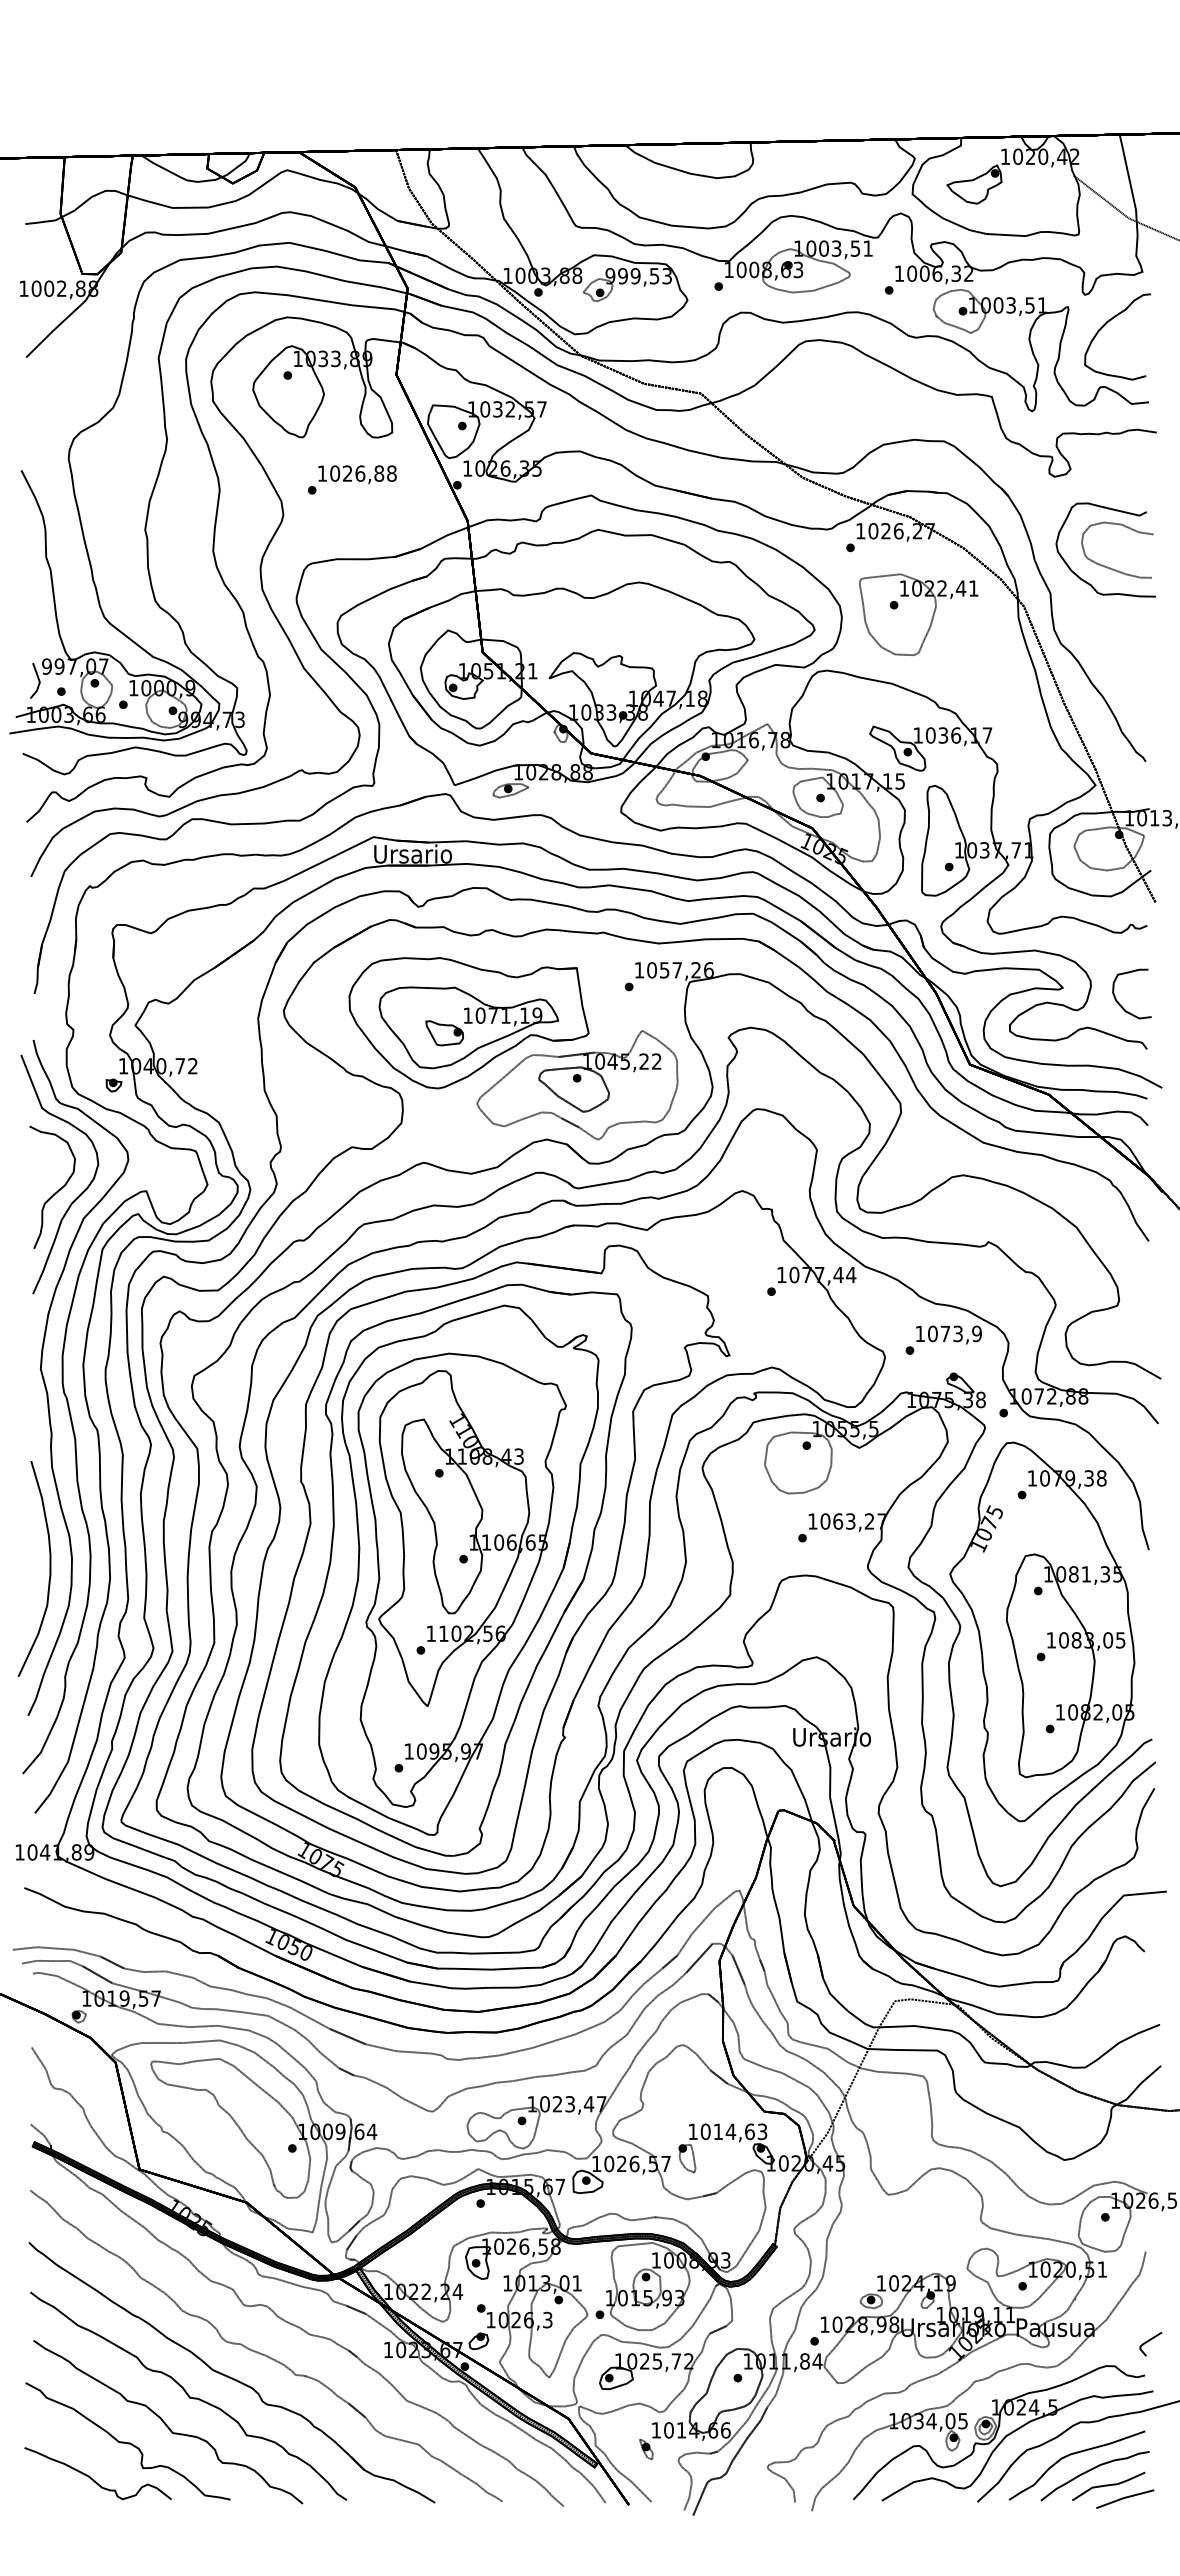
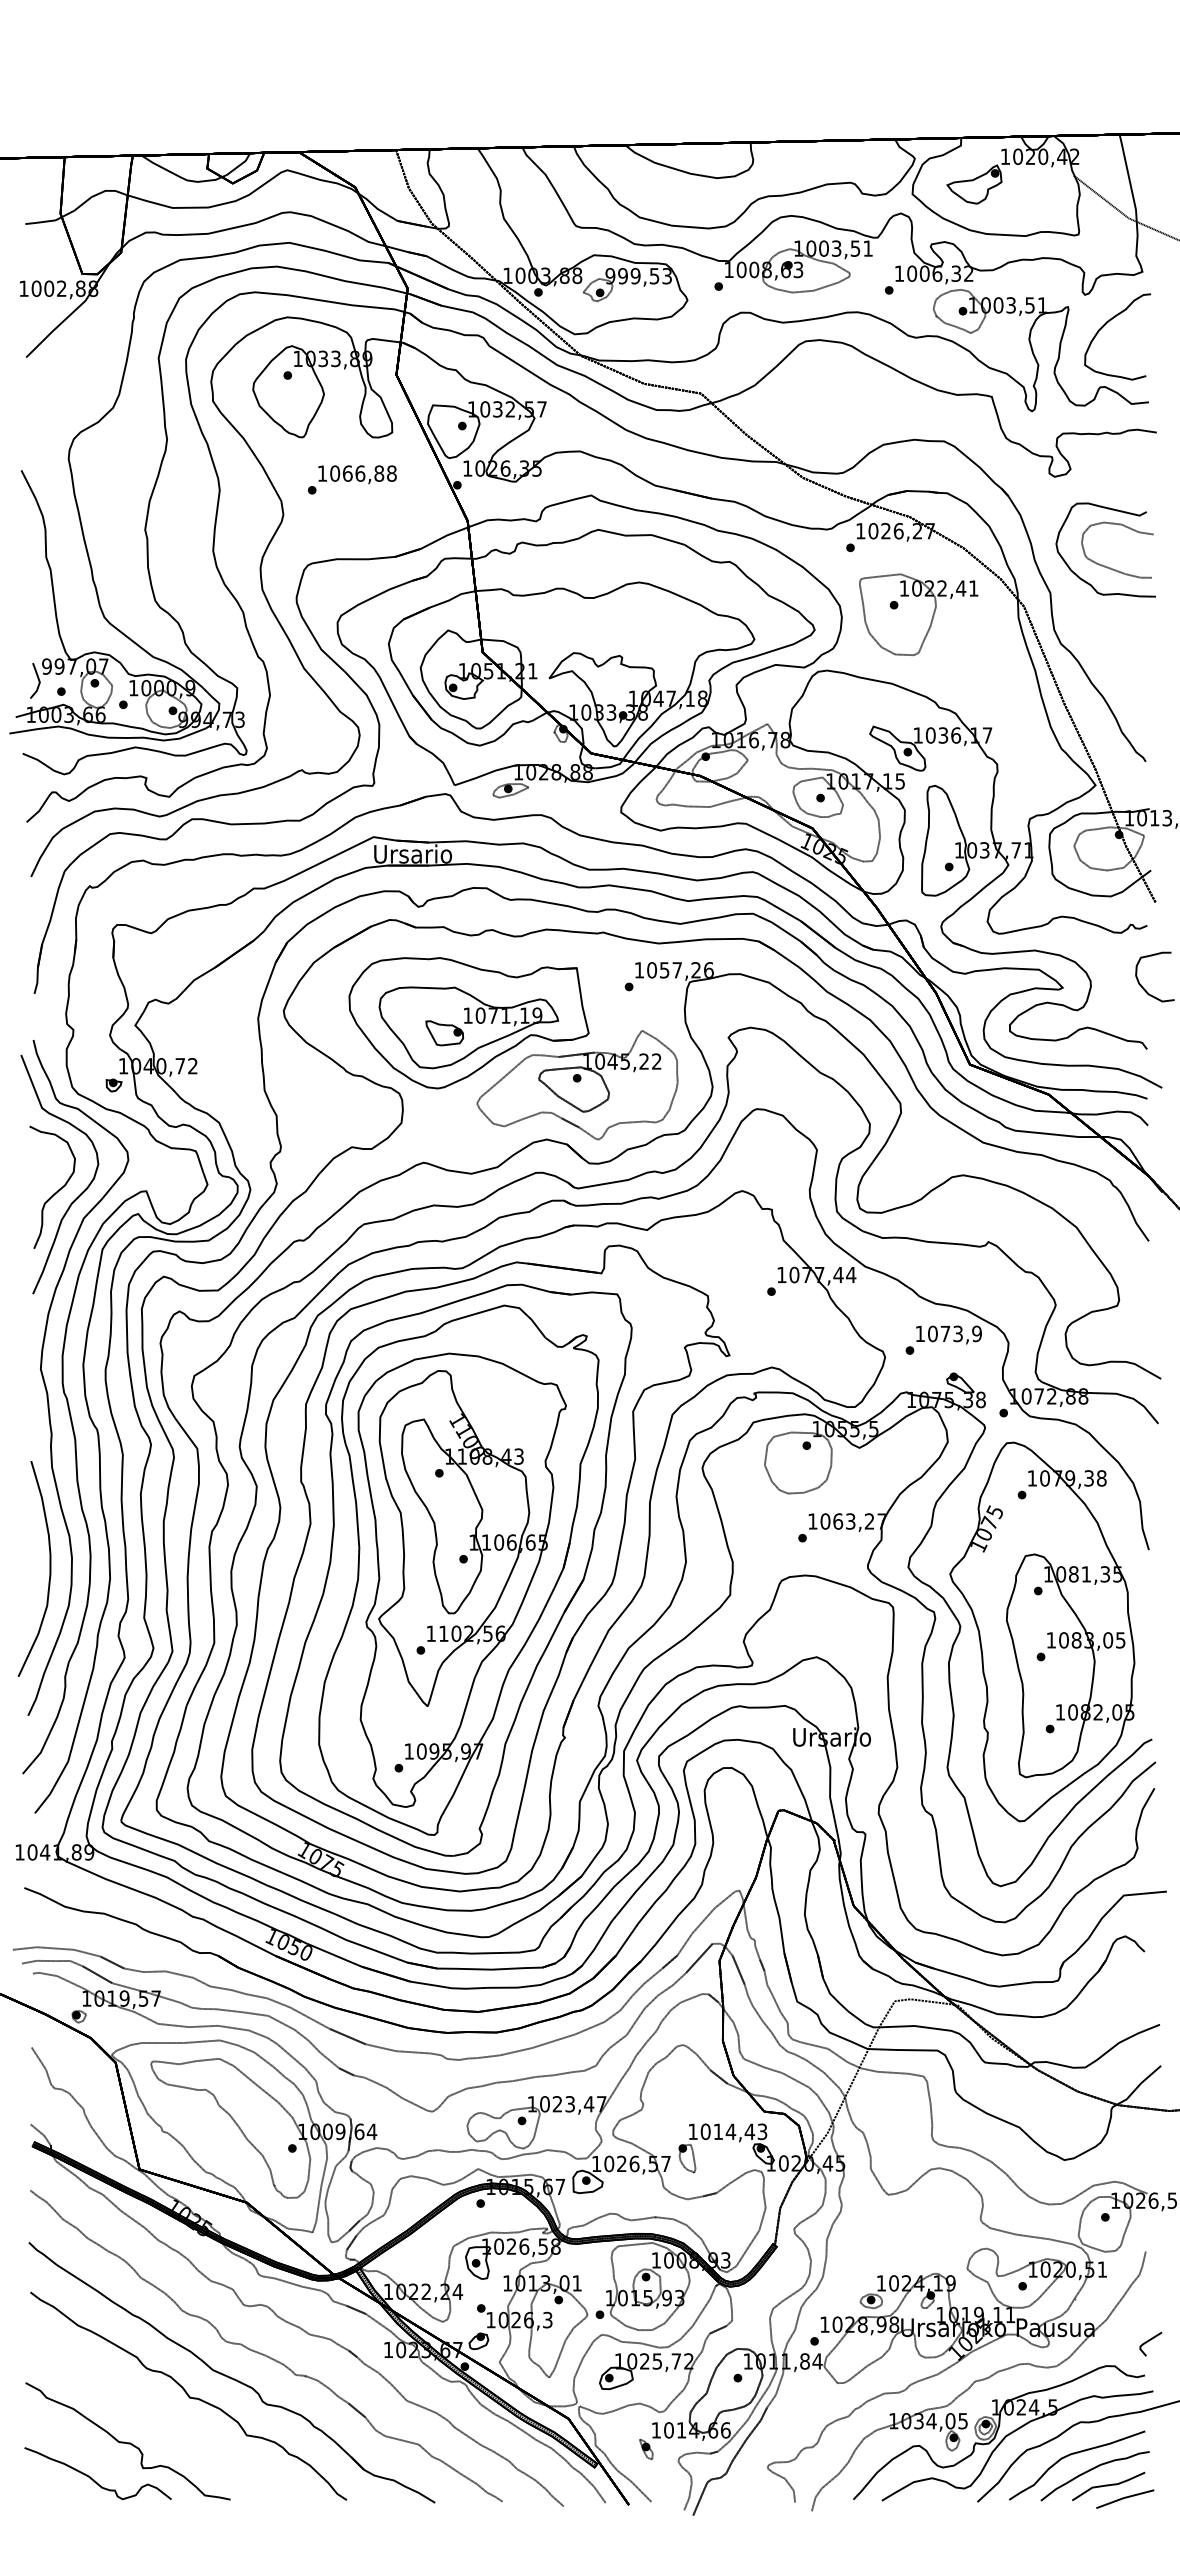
text at (347, 473): 1026,88 -> 1066,88
part at (1119, 1002) position: (1119, 1002) -> (1142, 985)
text at (749, 2131): 1014,63 -> 1014,43
part at (168, 2422): present -> none
